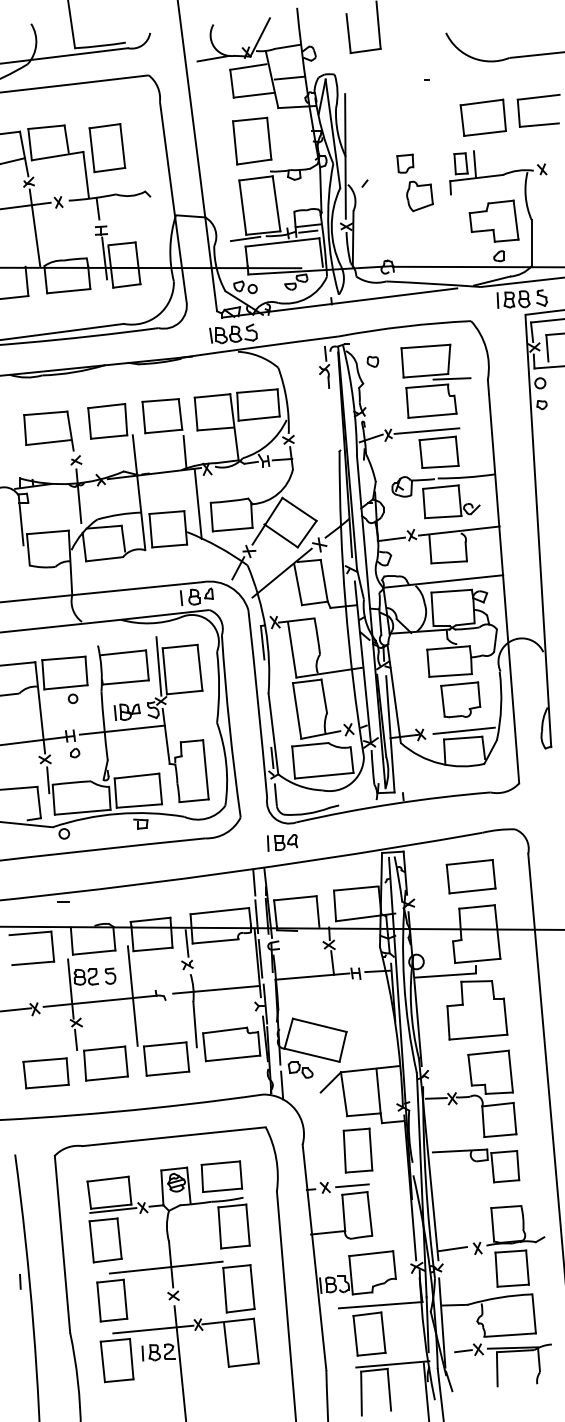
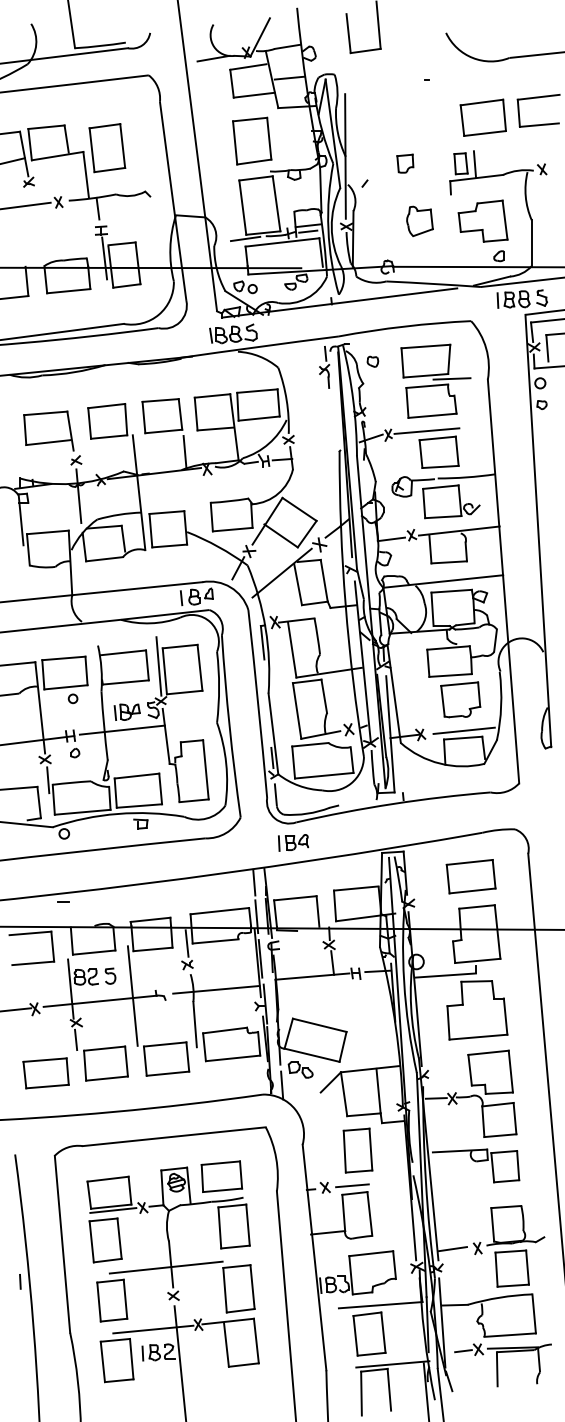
part at (419, 195) position: (419, 195) -> (419, 220)
part at (493, 220) position: (493, 220) -> (482, 220)
line at (34, 227): present -> none
line at (197, 504): present -> none
part at (282, 842) position: (282, 842) -> (293, 842)
